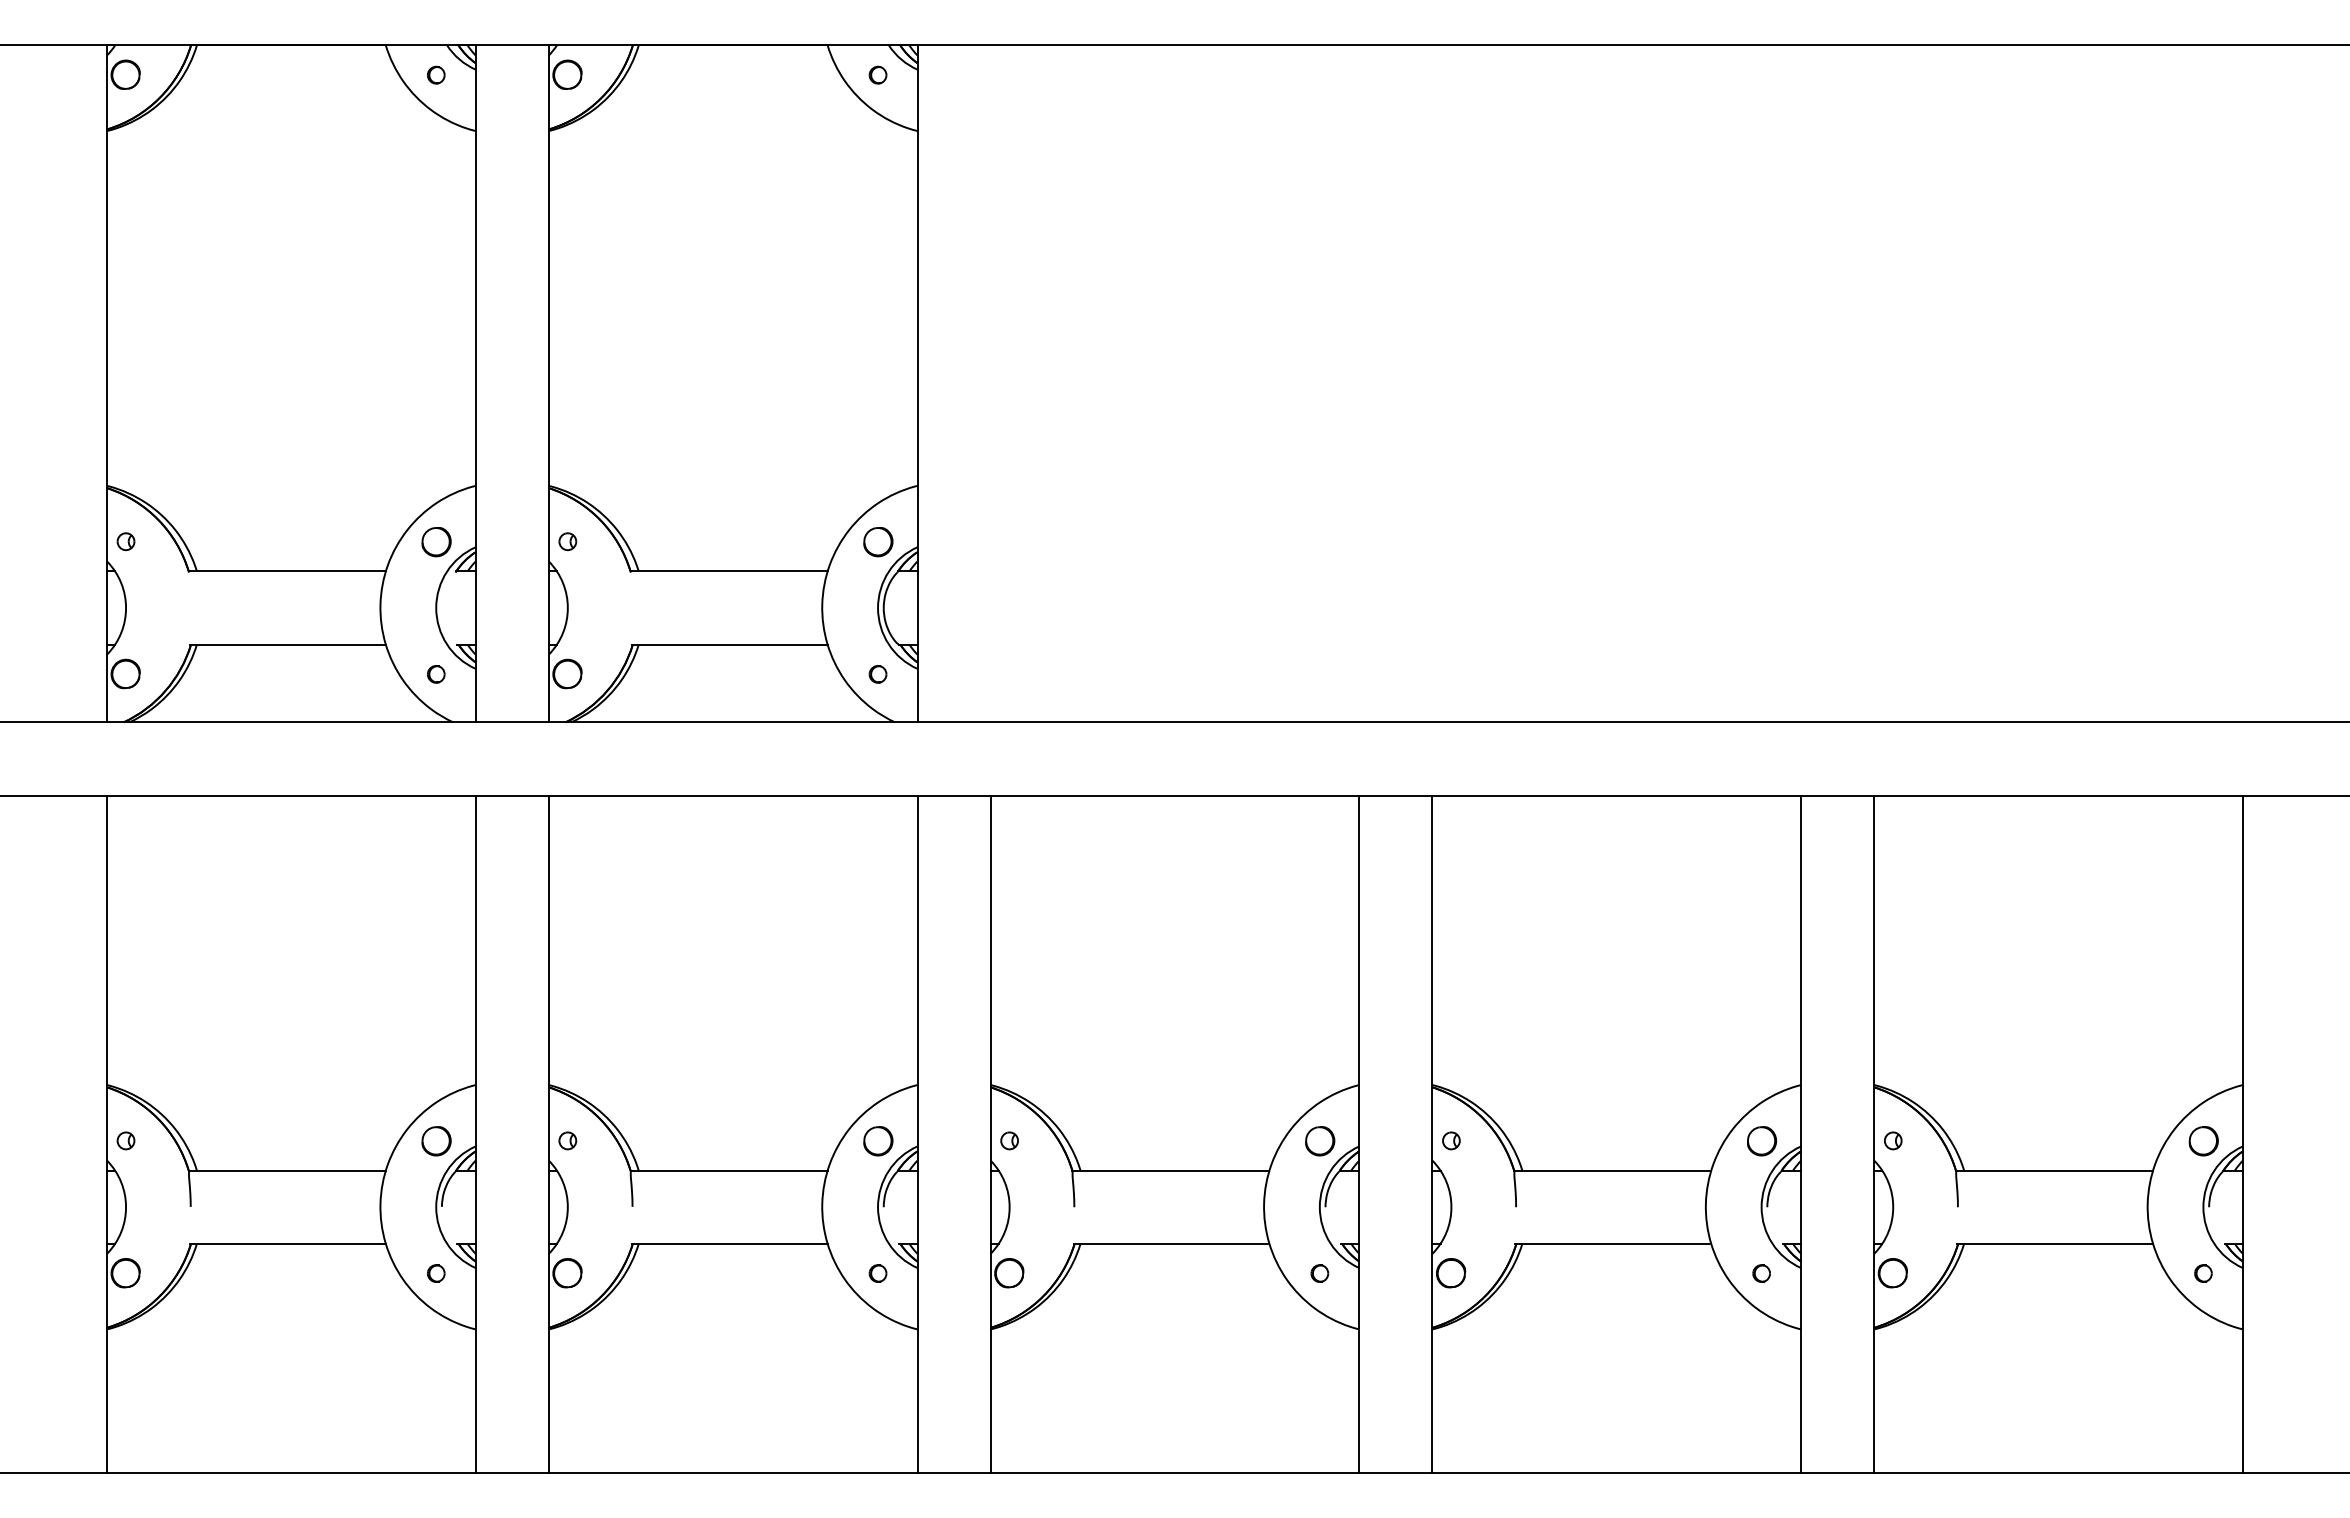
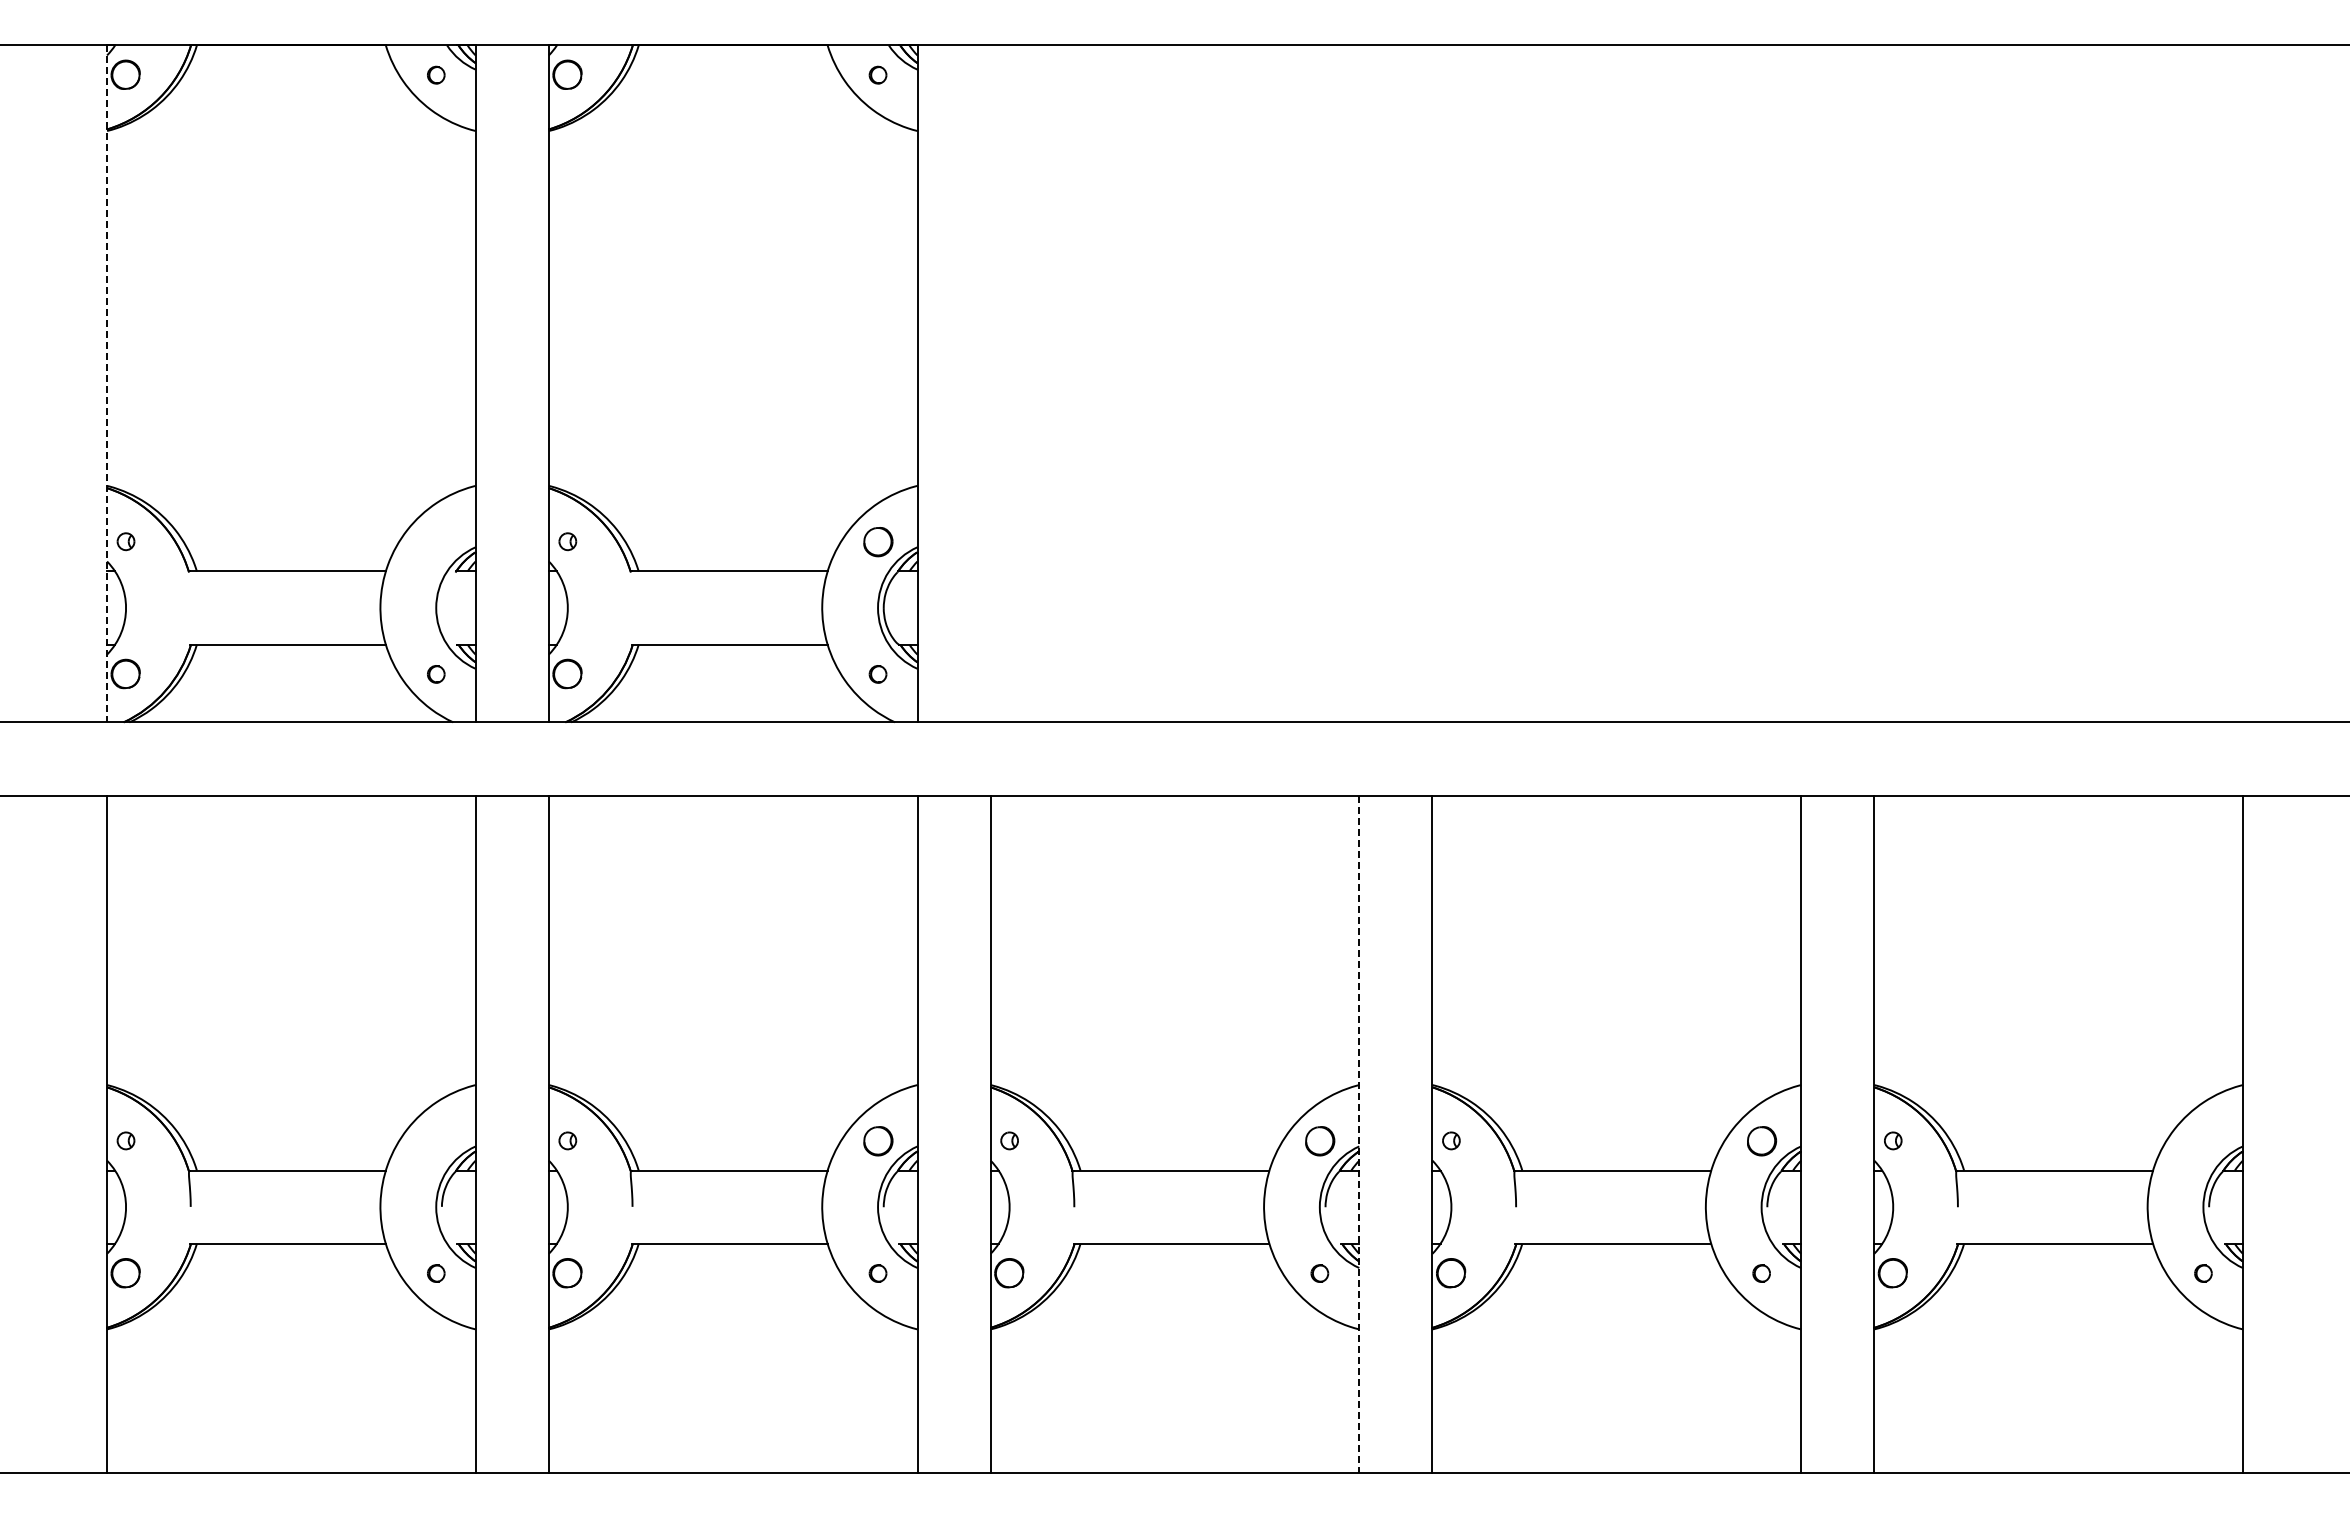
line at (107, 384): solid -> dashed
part at (436, 542): present -> none
line at (1359, 1134): solid -> dashed
part at (436, 1141): present -> none
part at (2203, 1141): present -> none
